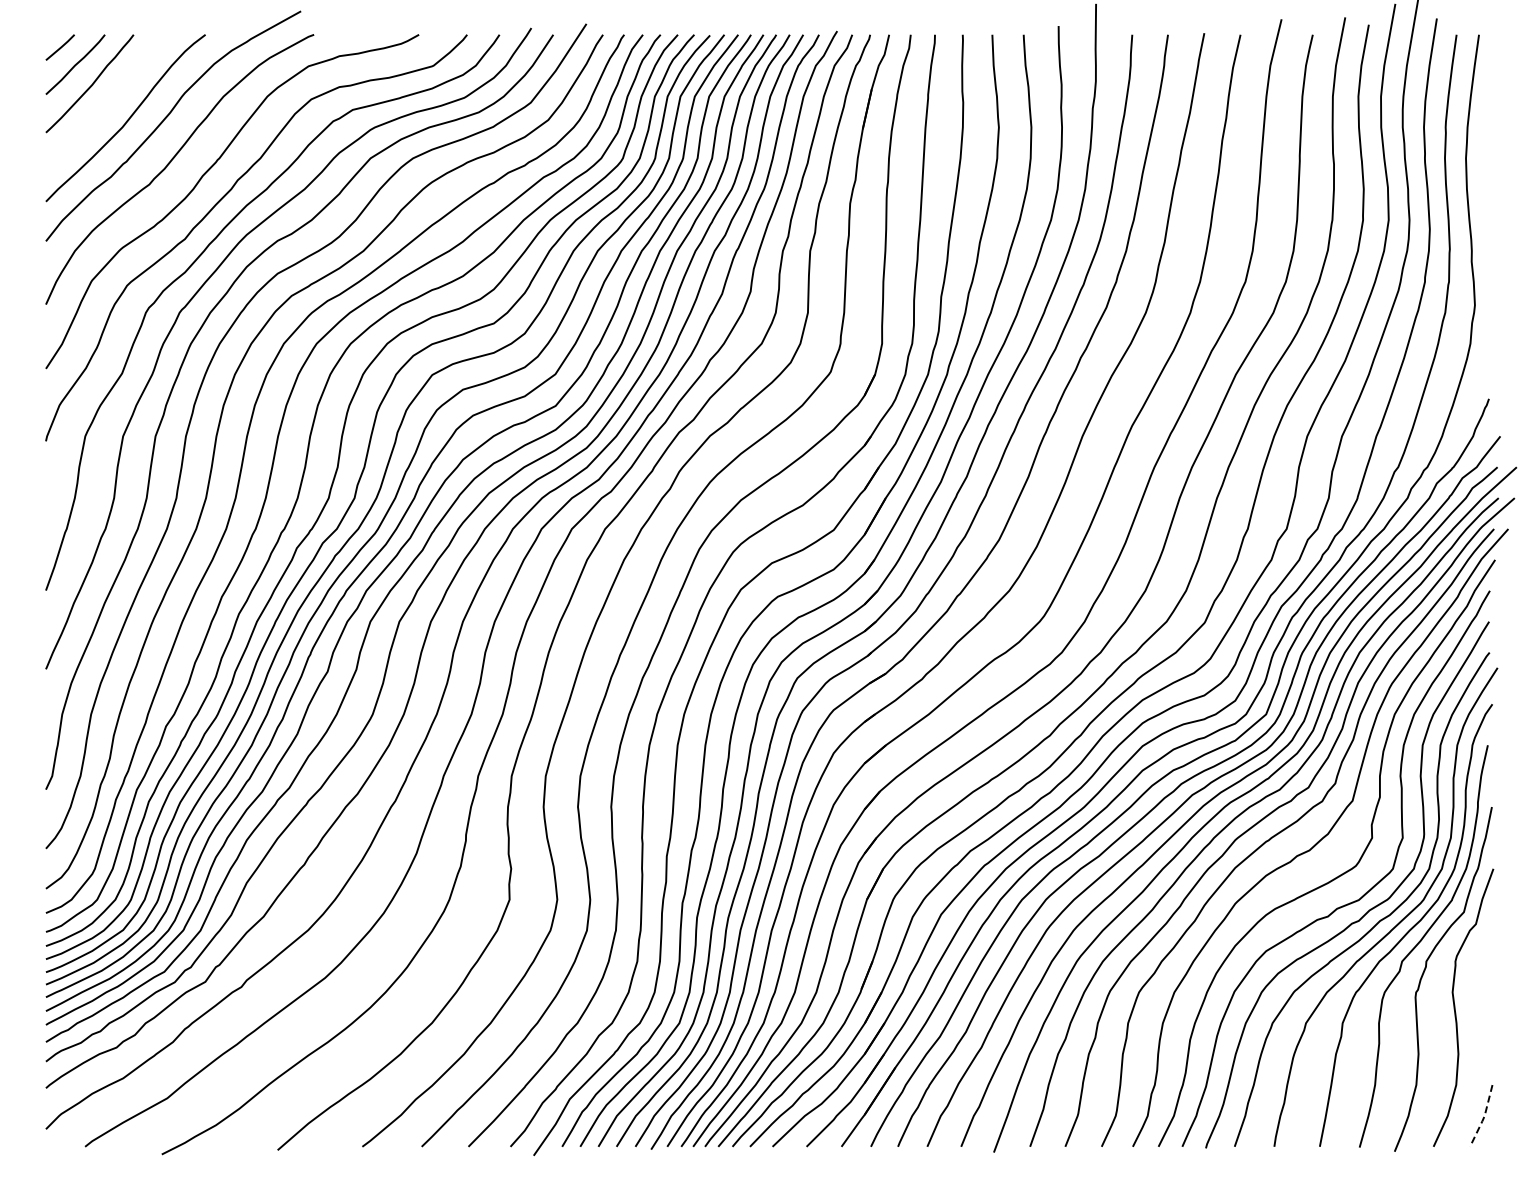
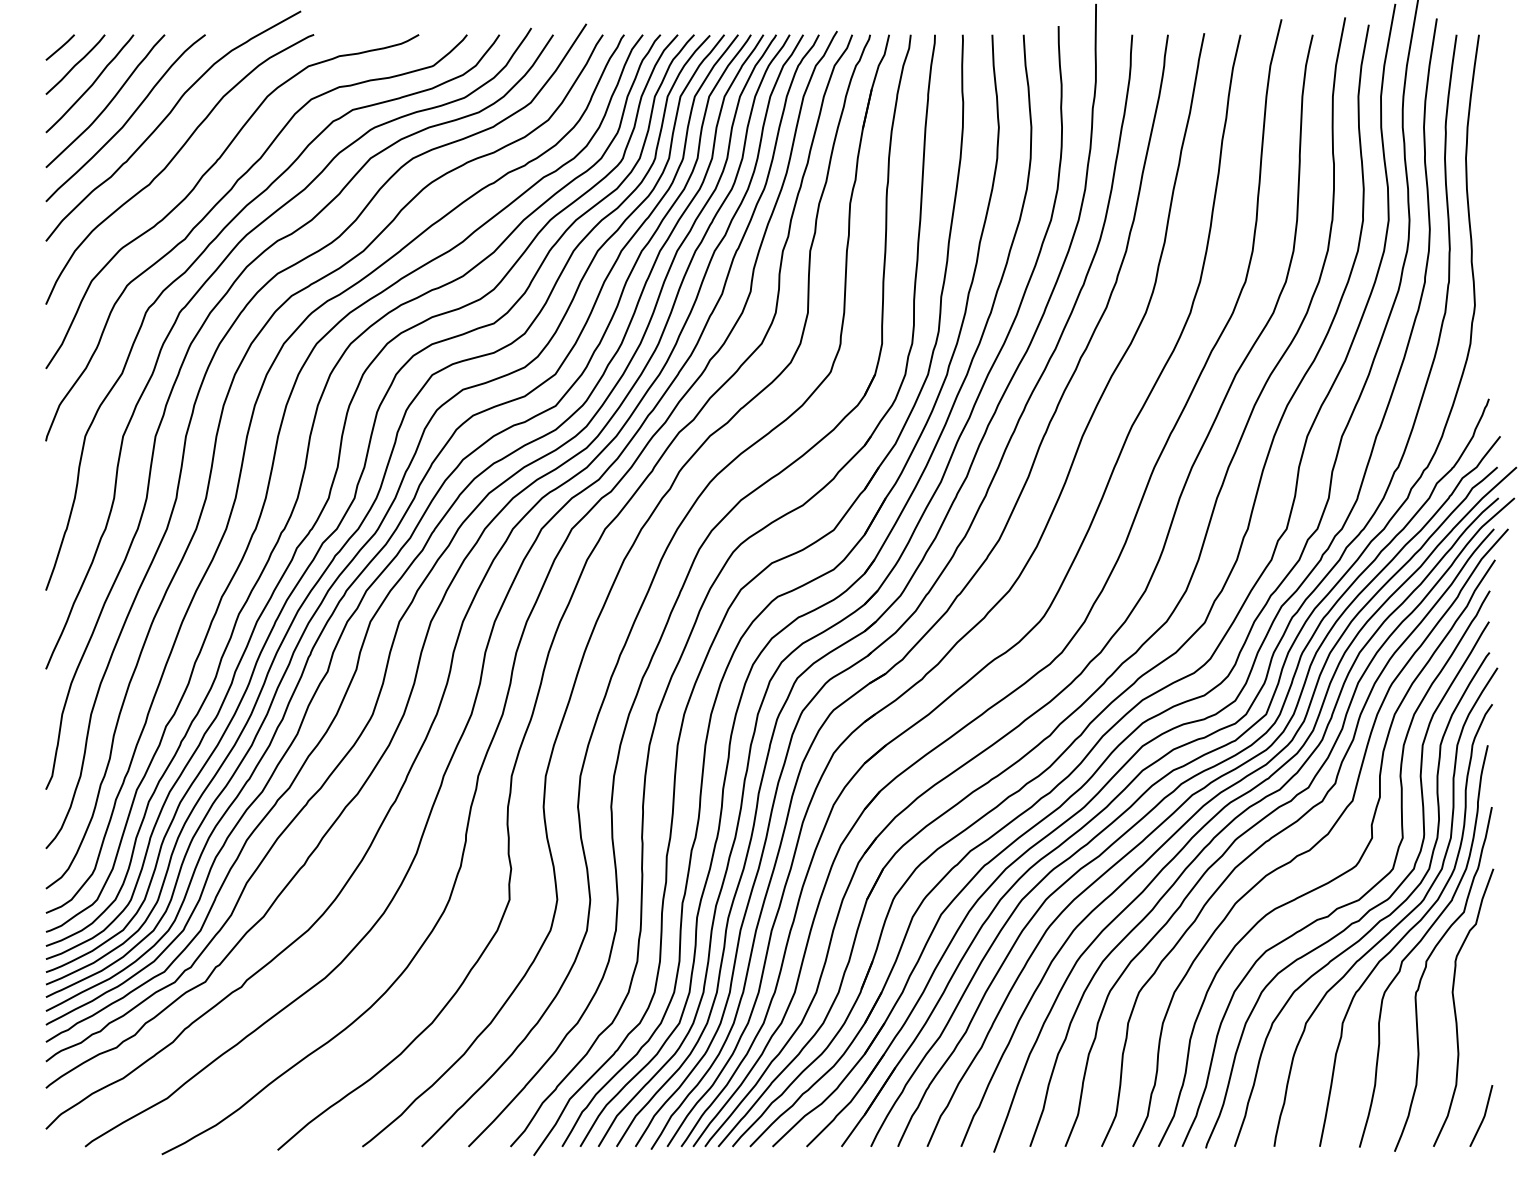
curve at (108, 103): none -> present
line at (1483, 1117): dashed -> solid
